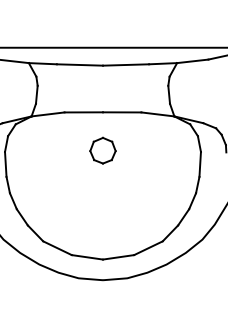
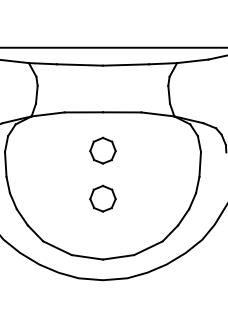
part at (102, 198): none -> present
